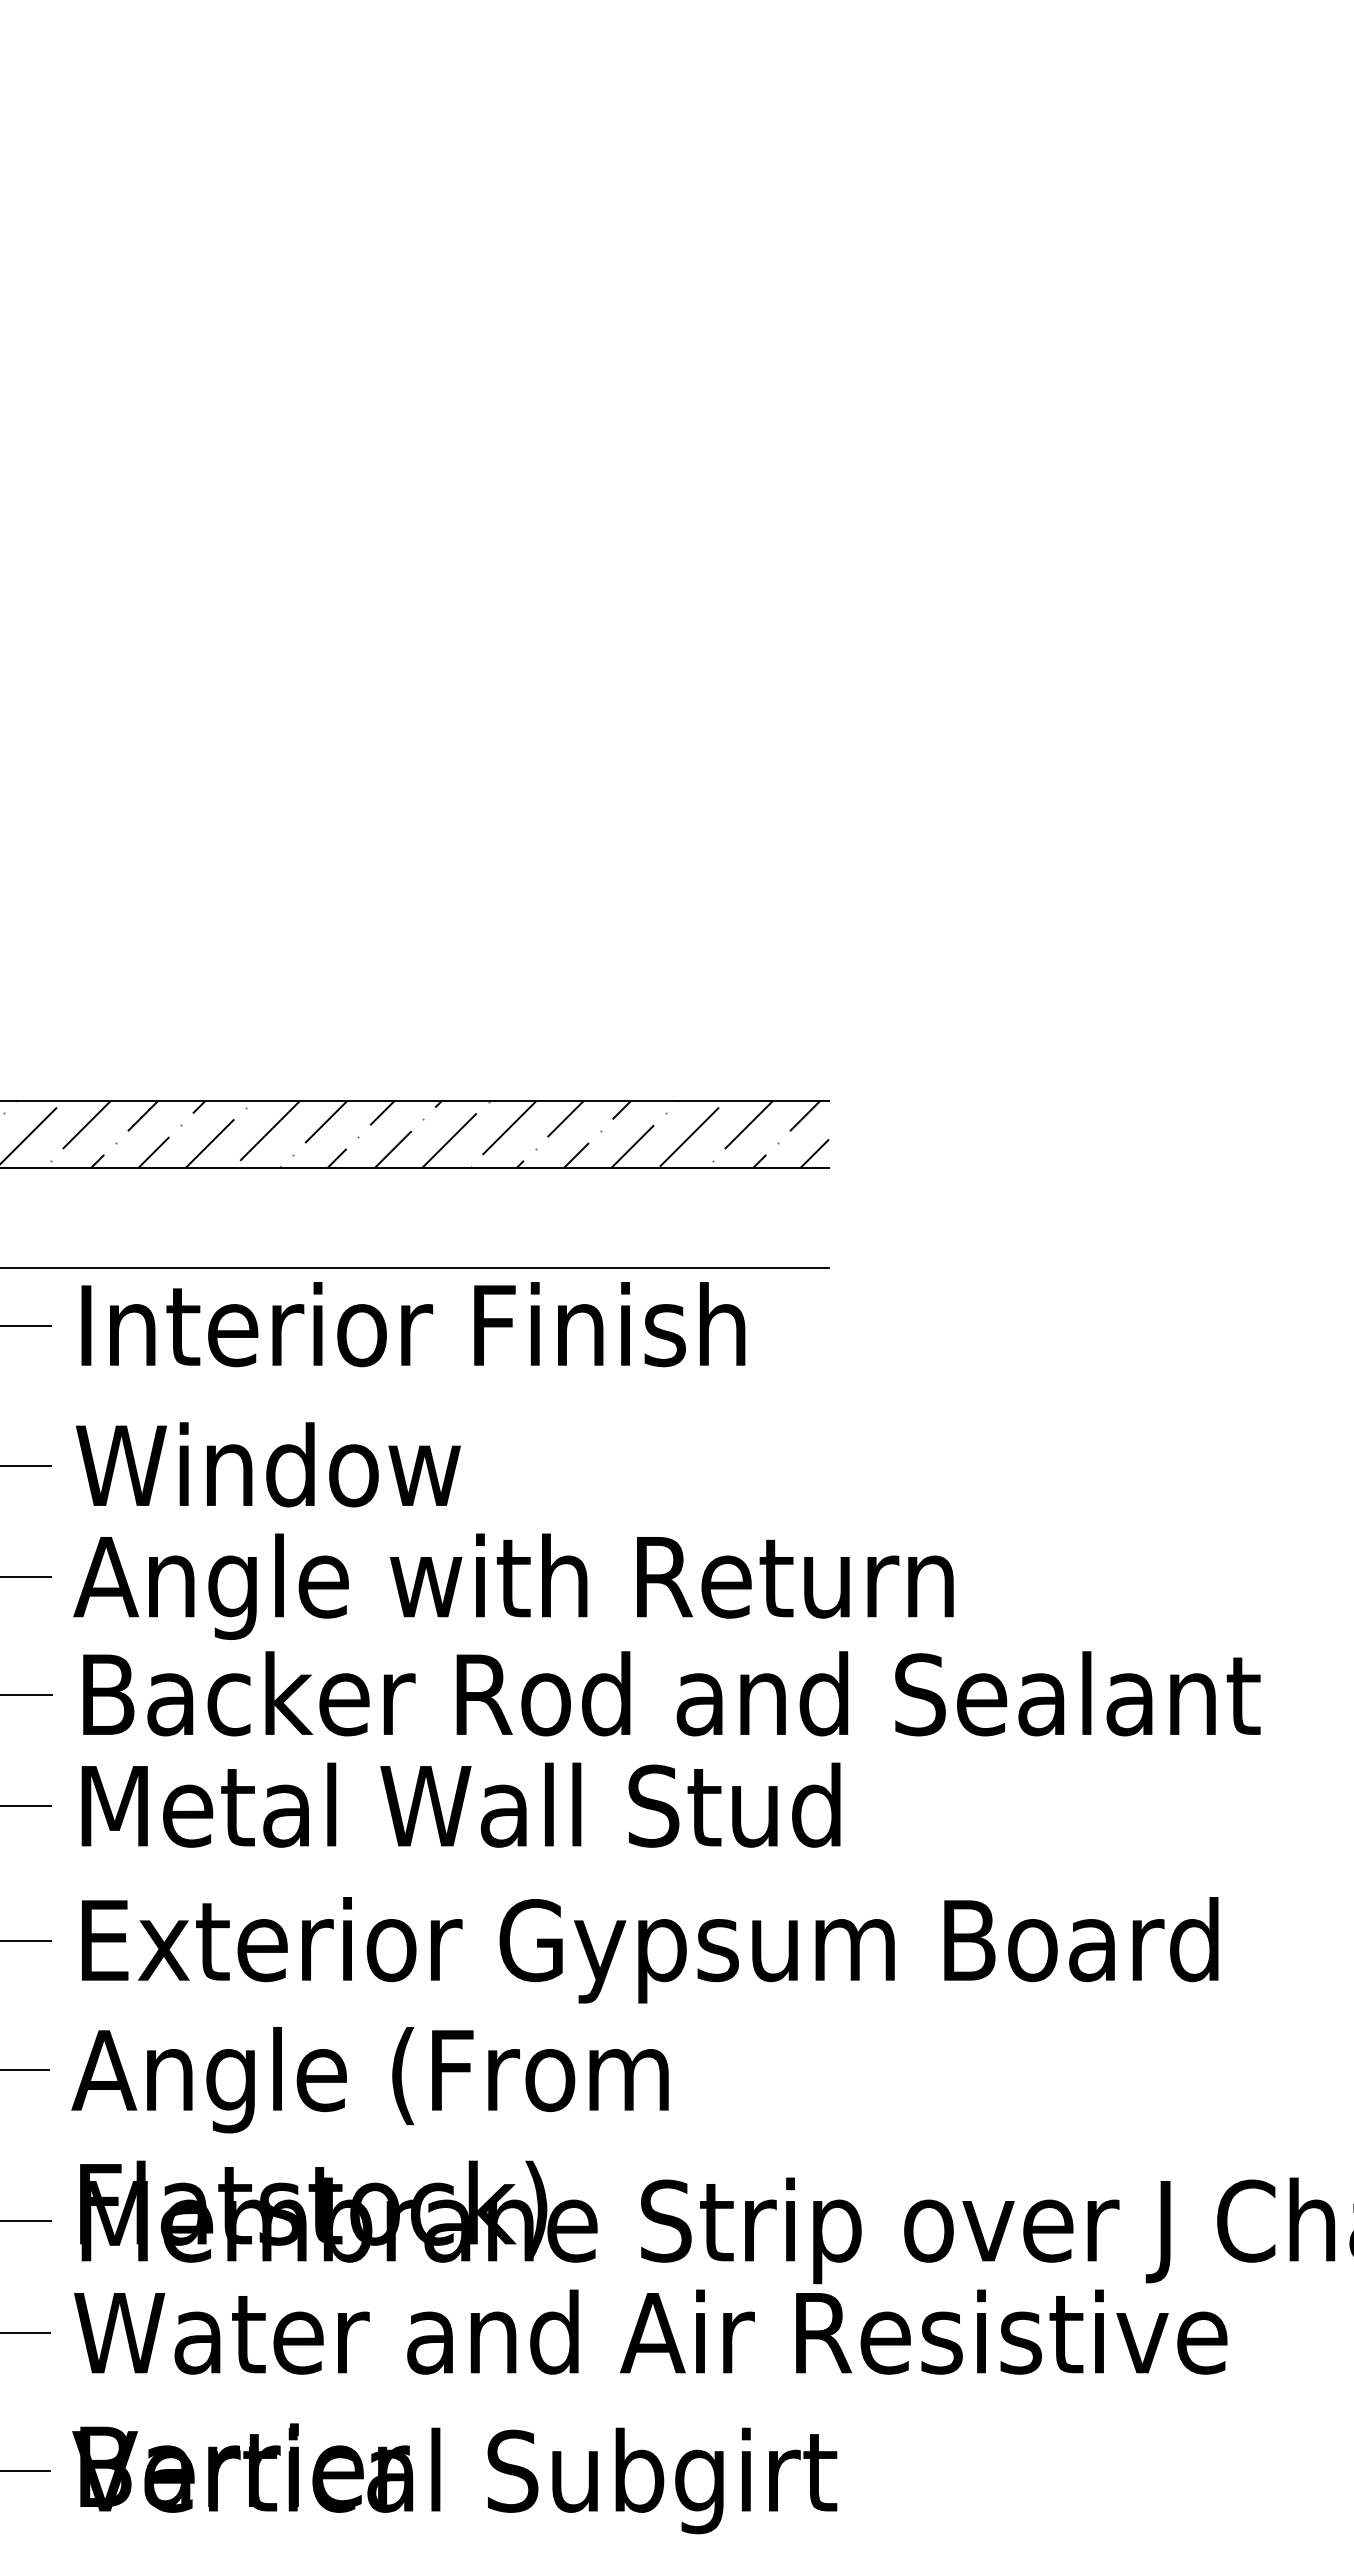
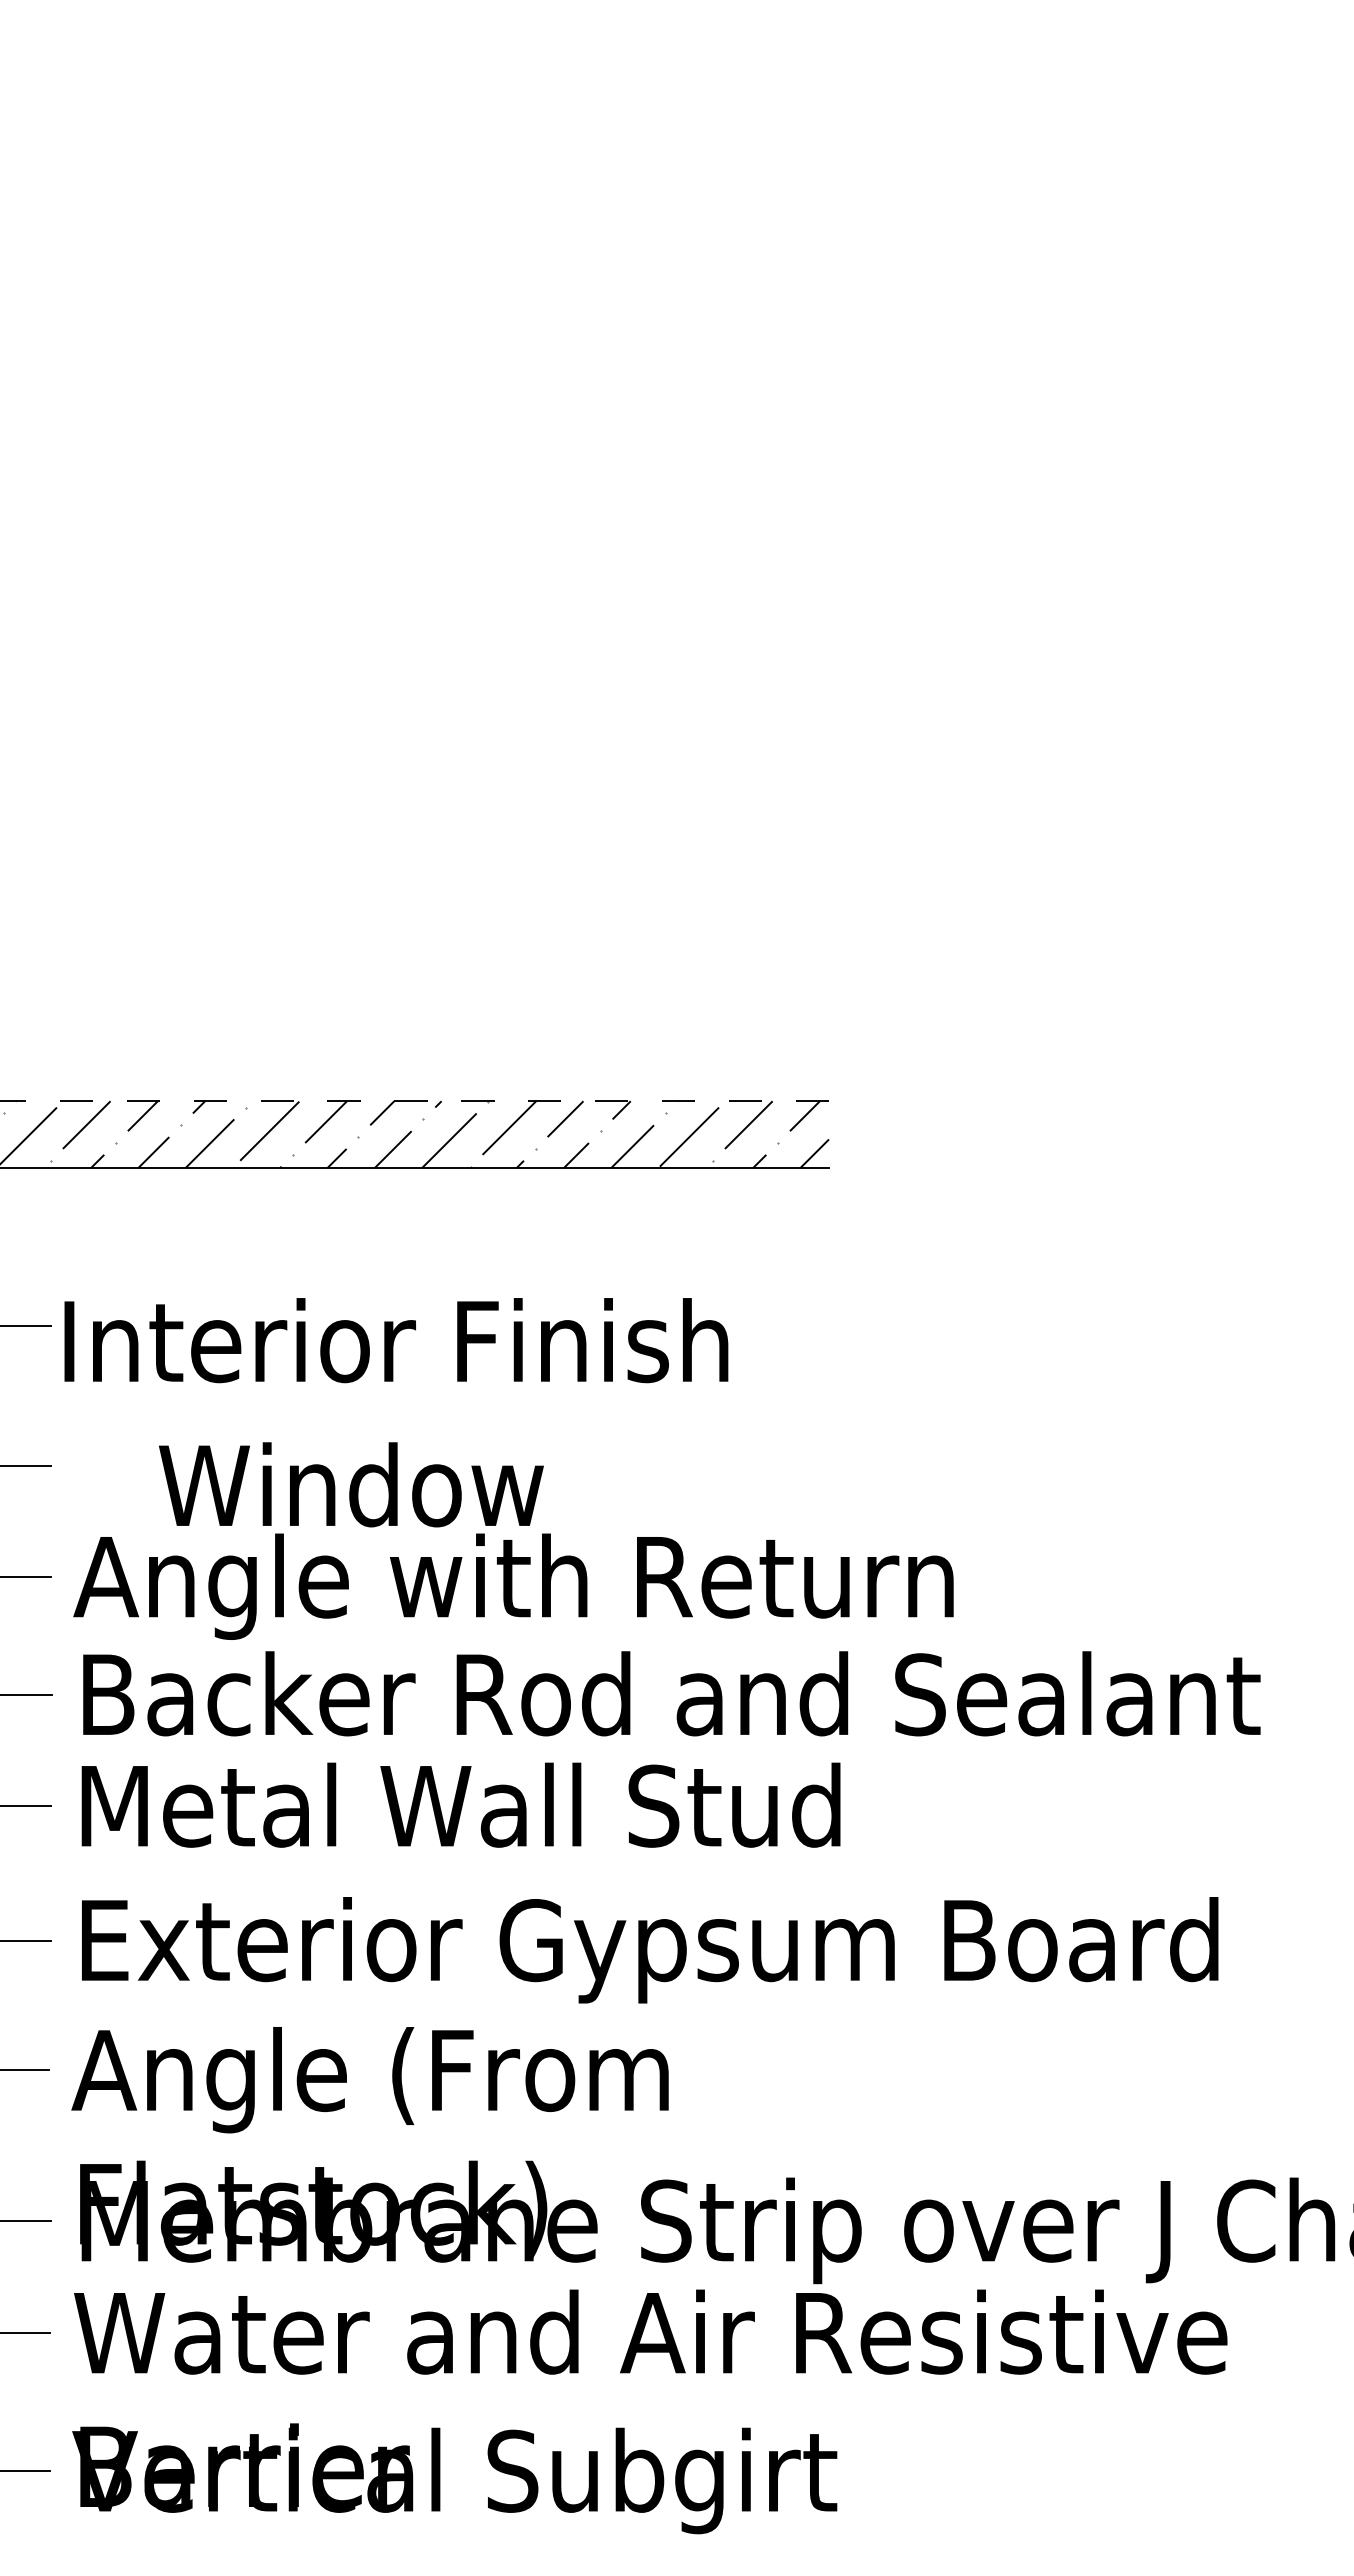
line at (414, 1101): solid -> dashed
line at (415, 1268): present -> none
text at (413, 1324) position: (413, 1324) -> (396, 1340)
text at (268, 1464) position: (268, 1464) -> (351, 1484)
